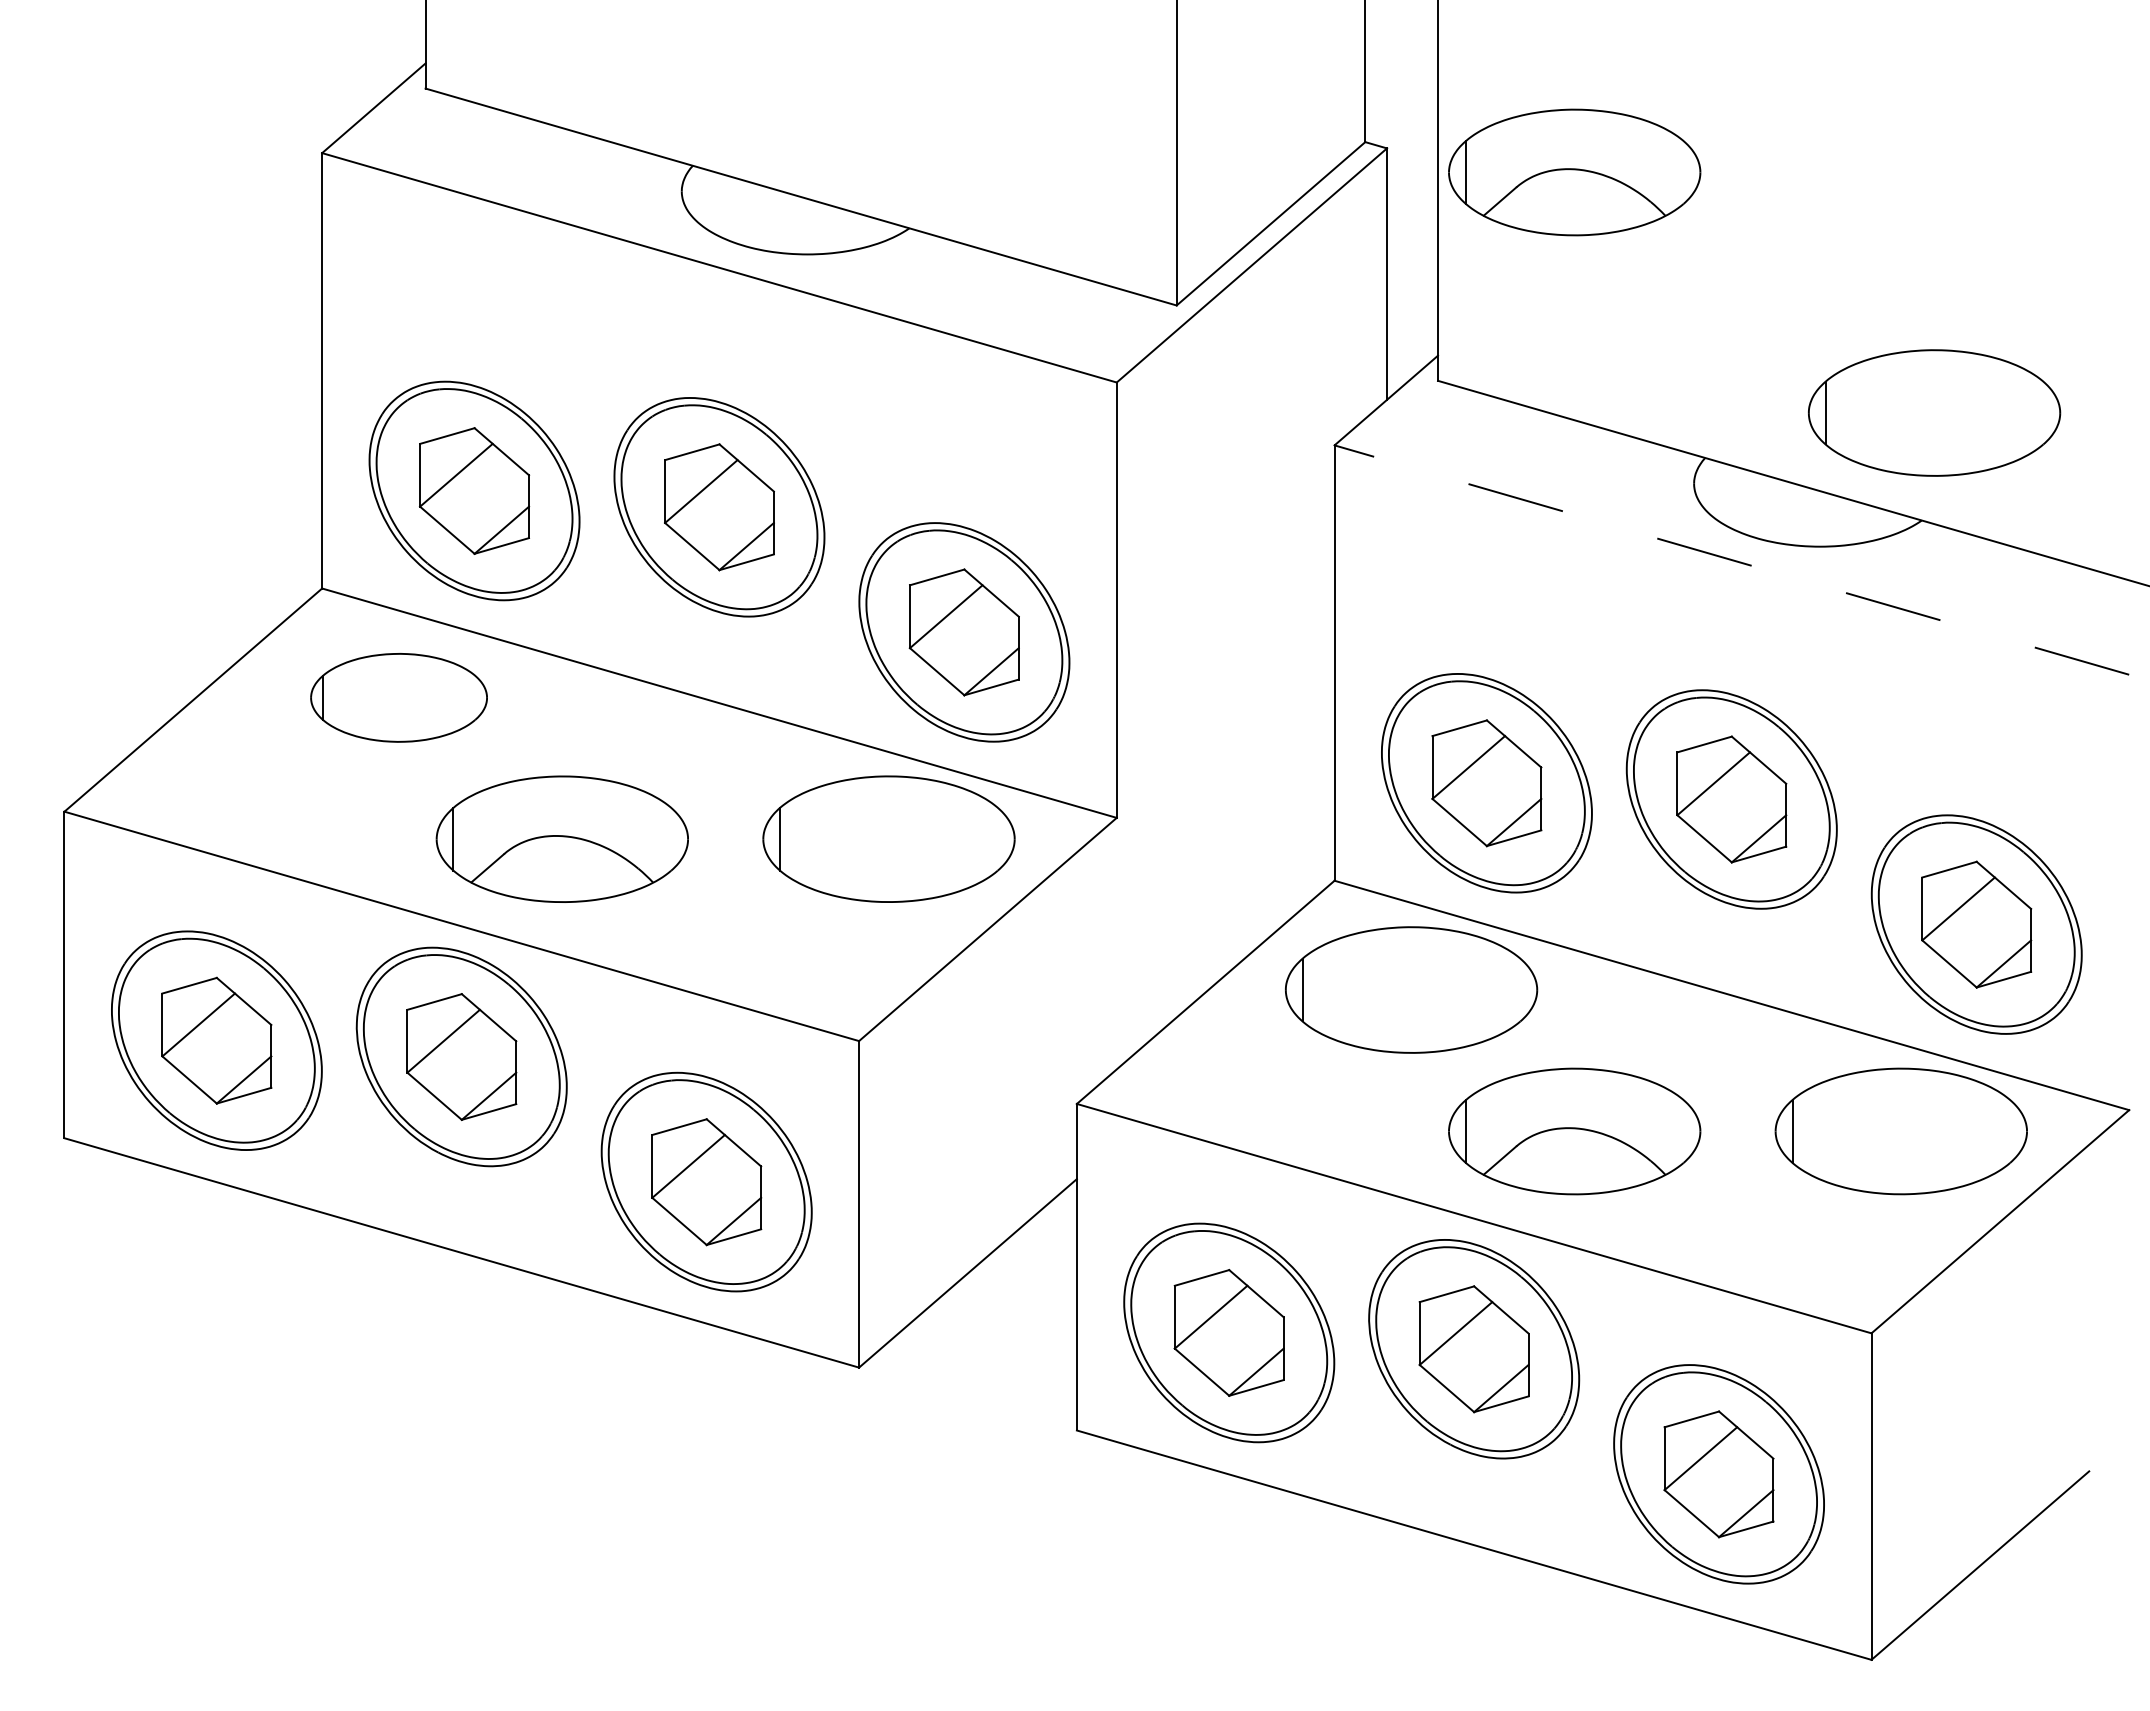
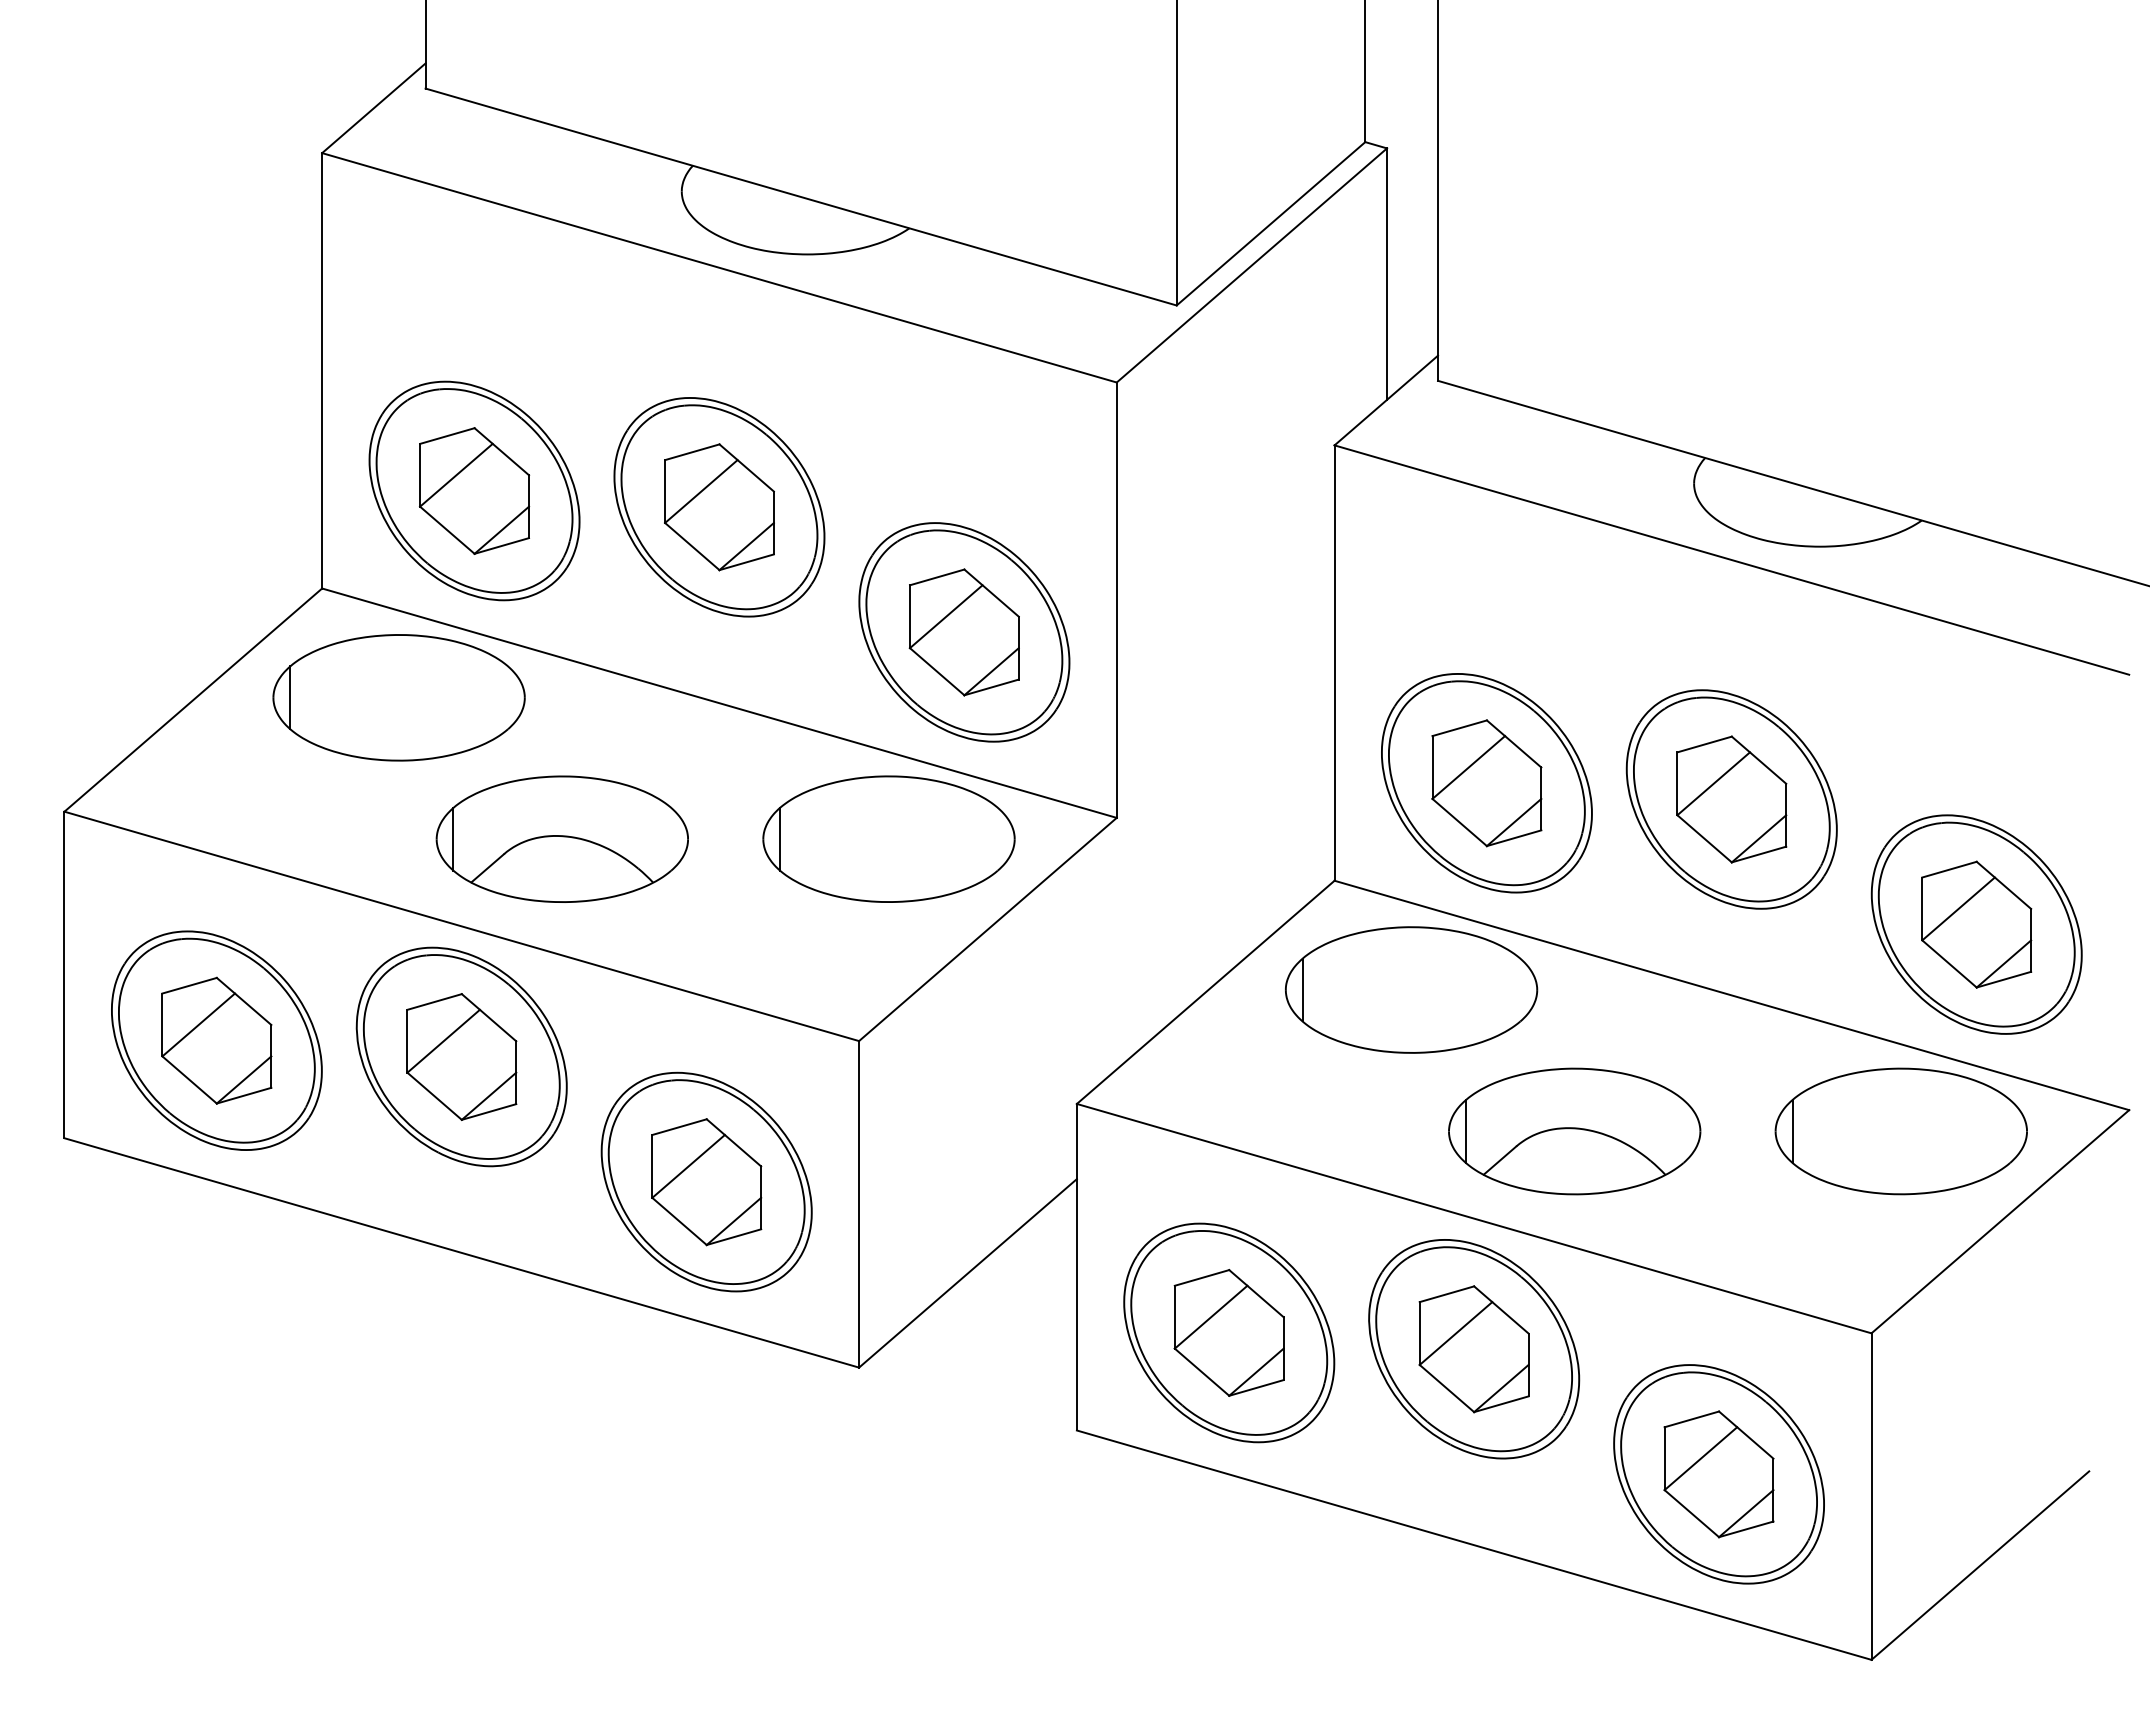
part at (1574, 172): present -> none
part at (1934, 412): present -> none
line at (1731, 560): dashed -> solid
part at (398, 697) size: 178x90 px -> 254x128 px
